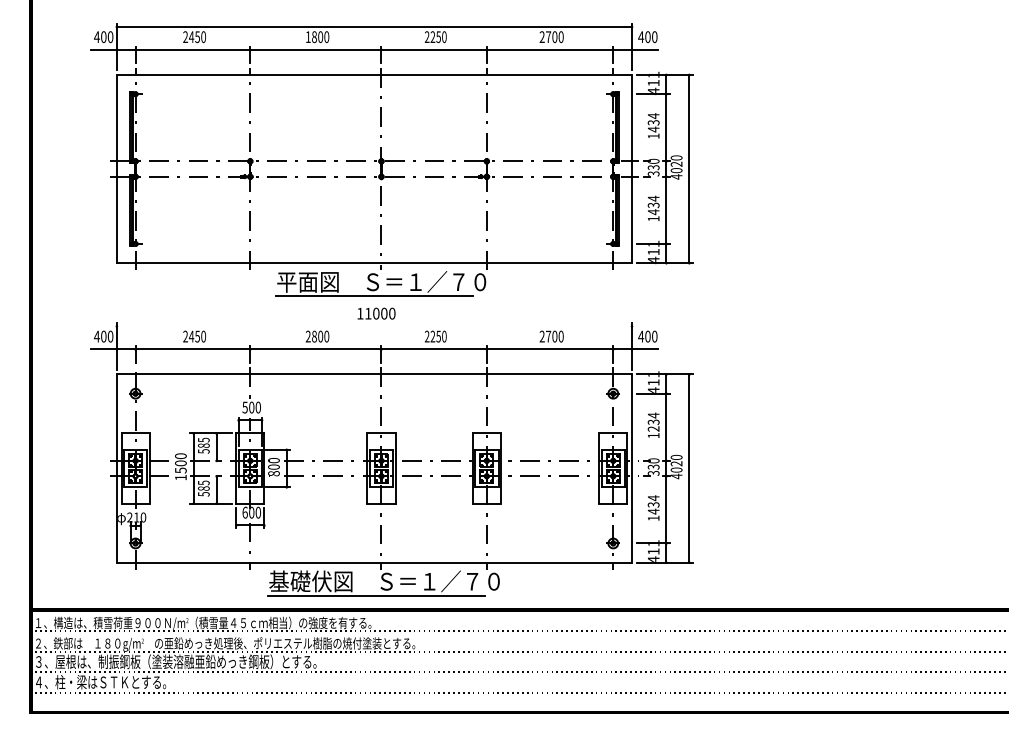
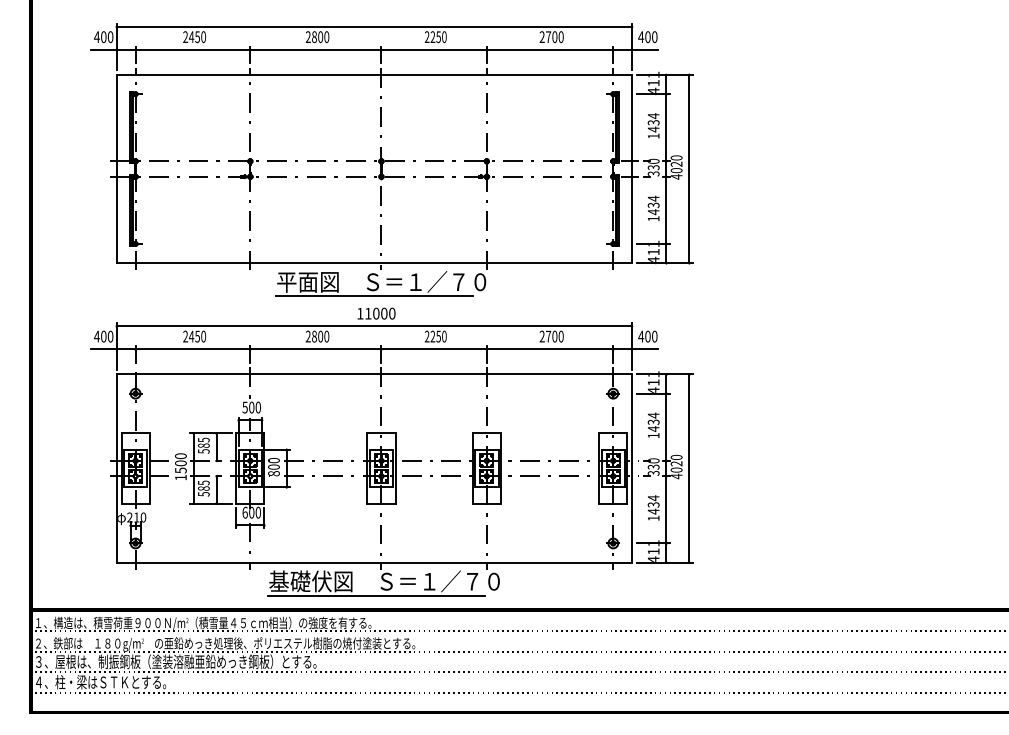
text at (307, 36): 1800 -> 2800
line at (374, 326): none -> present
text at (653, 428): 1234 -> 1434
